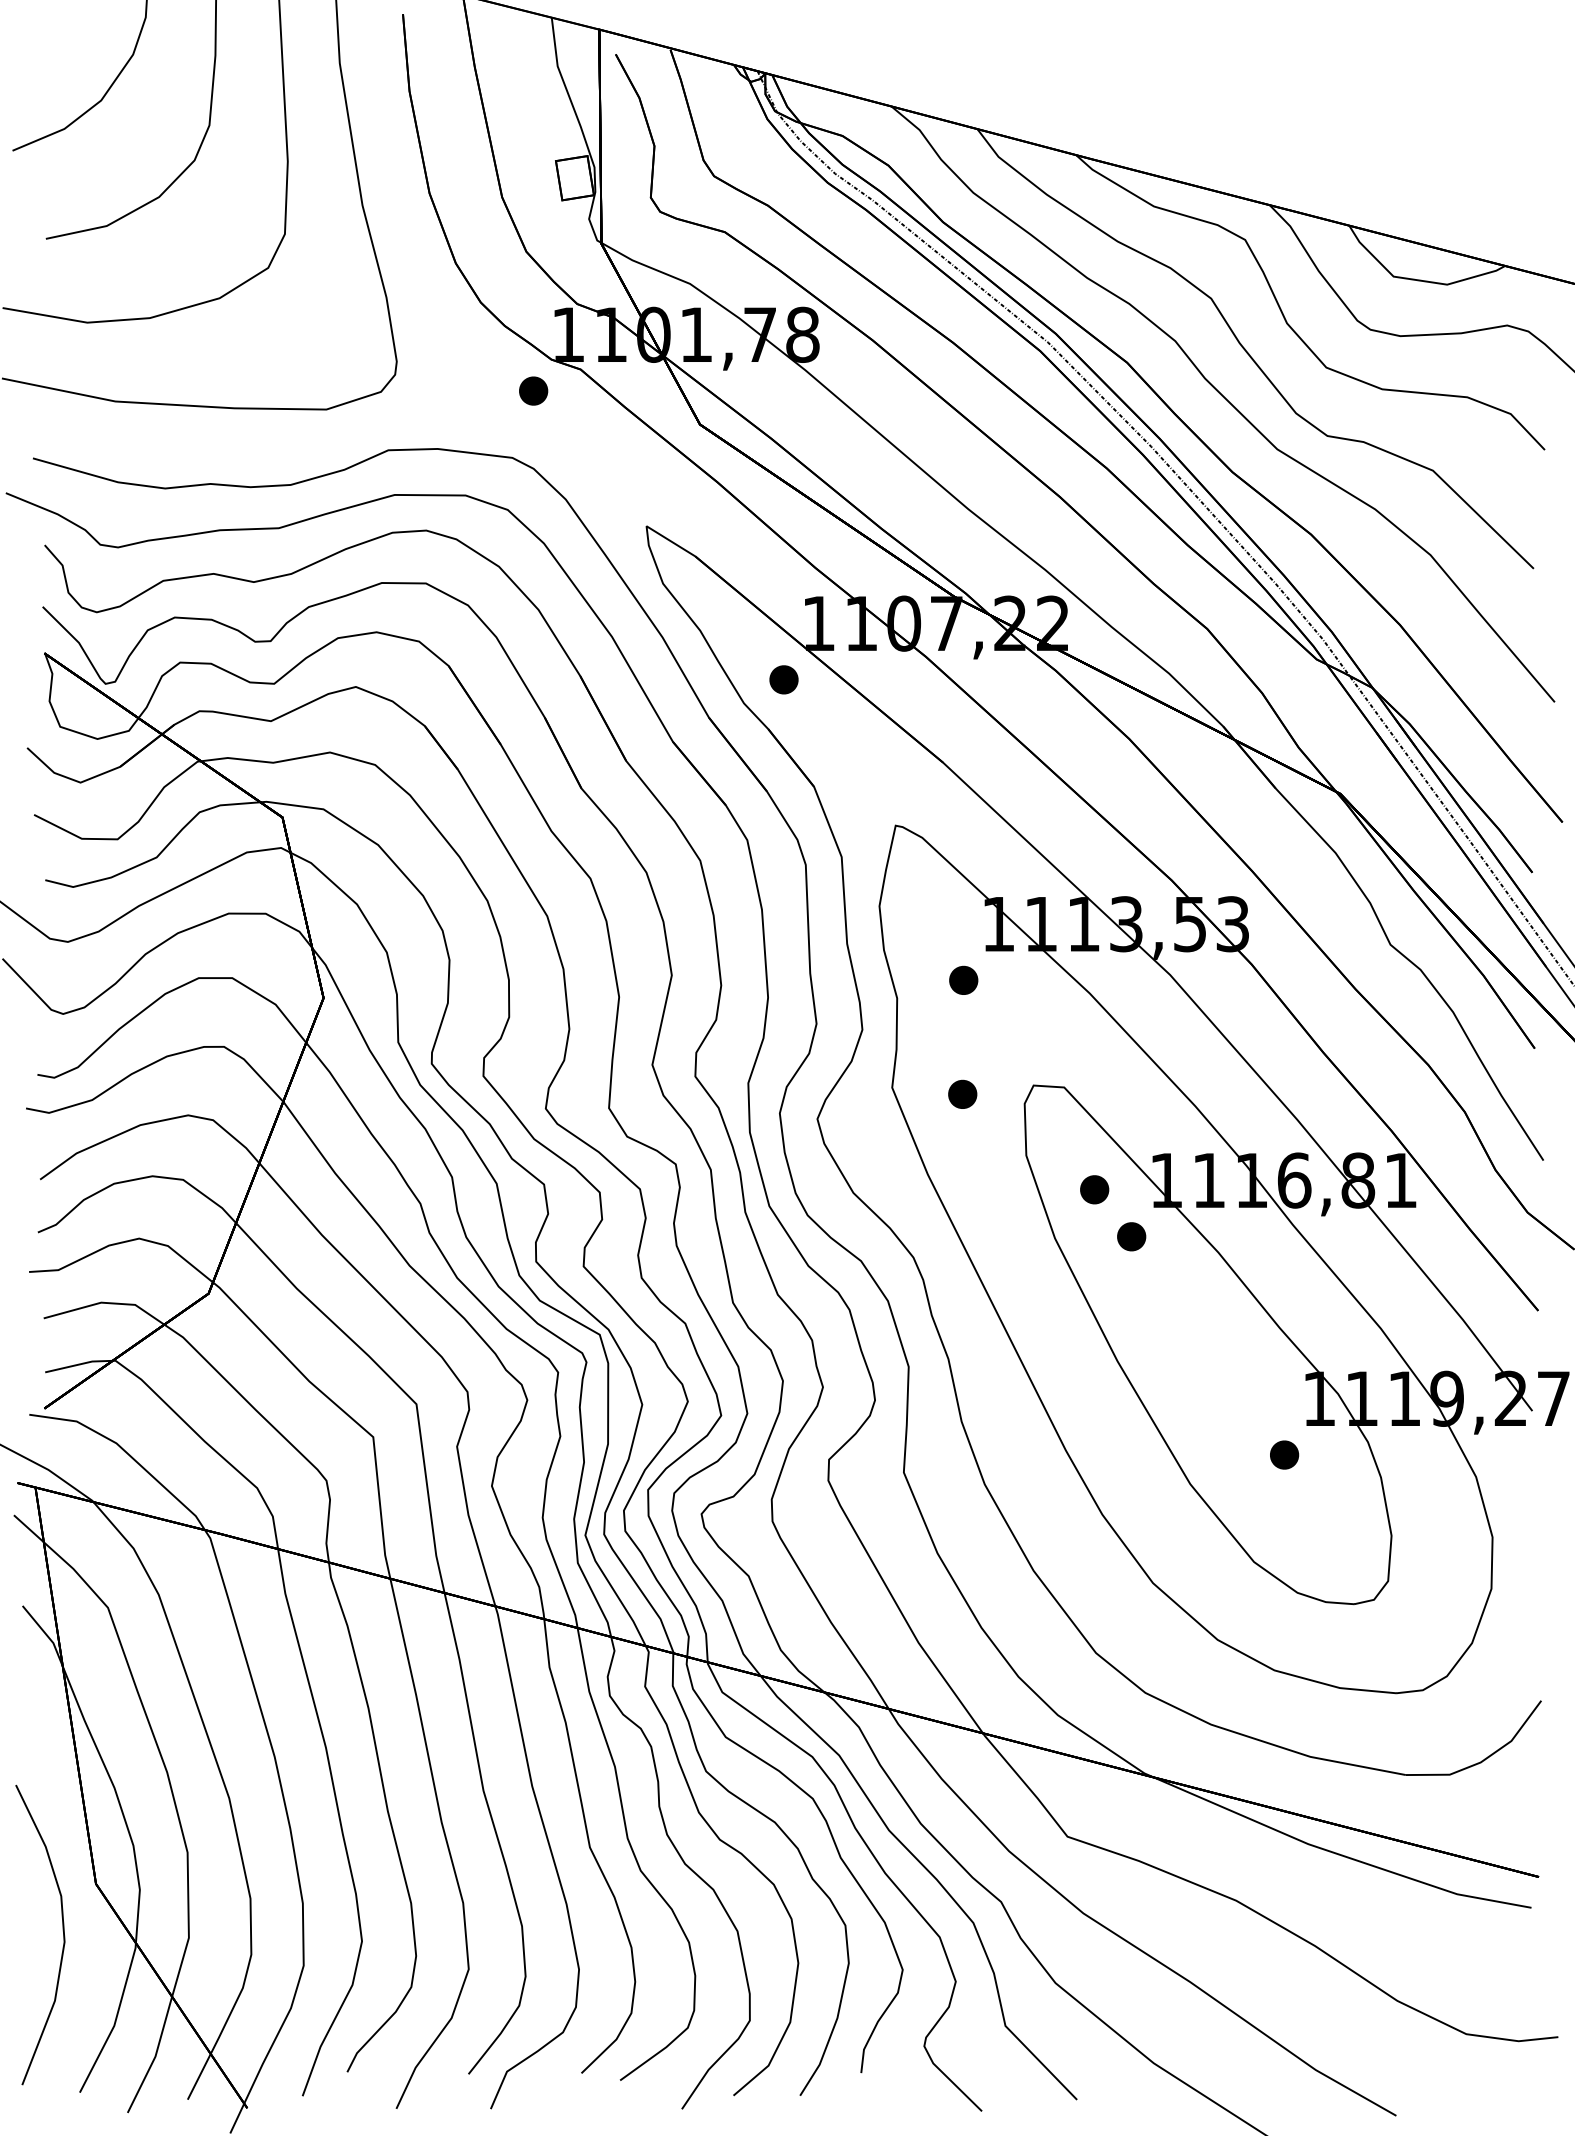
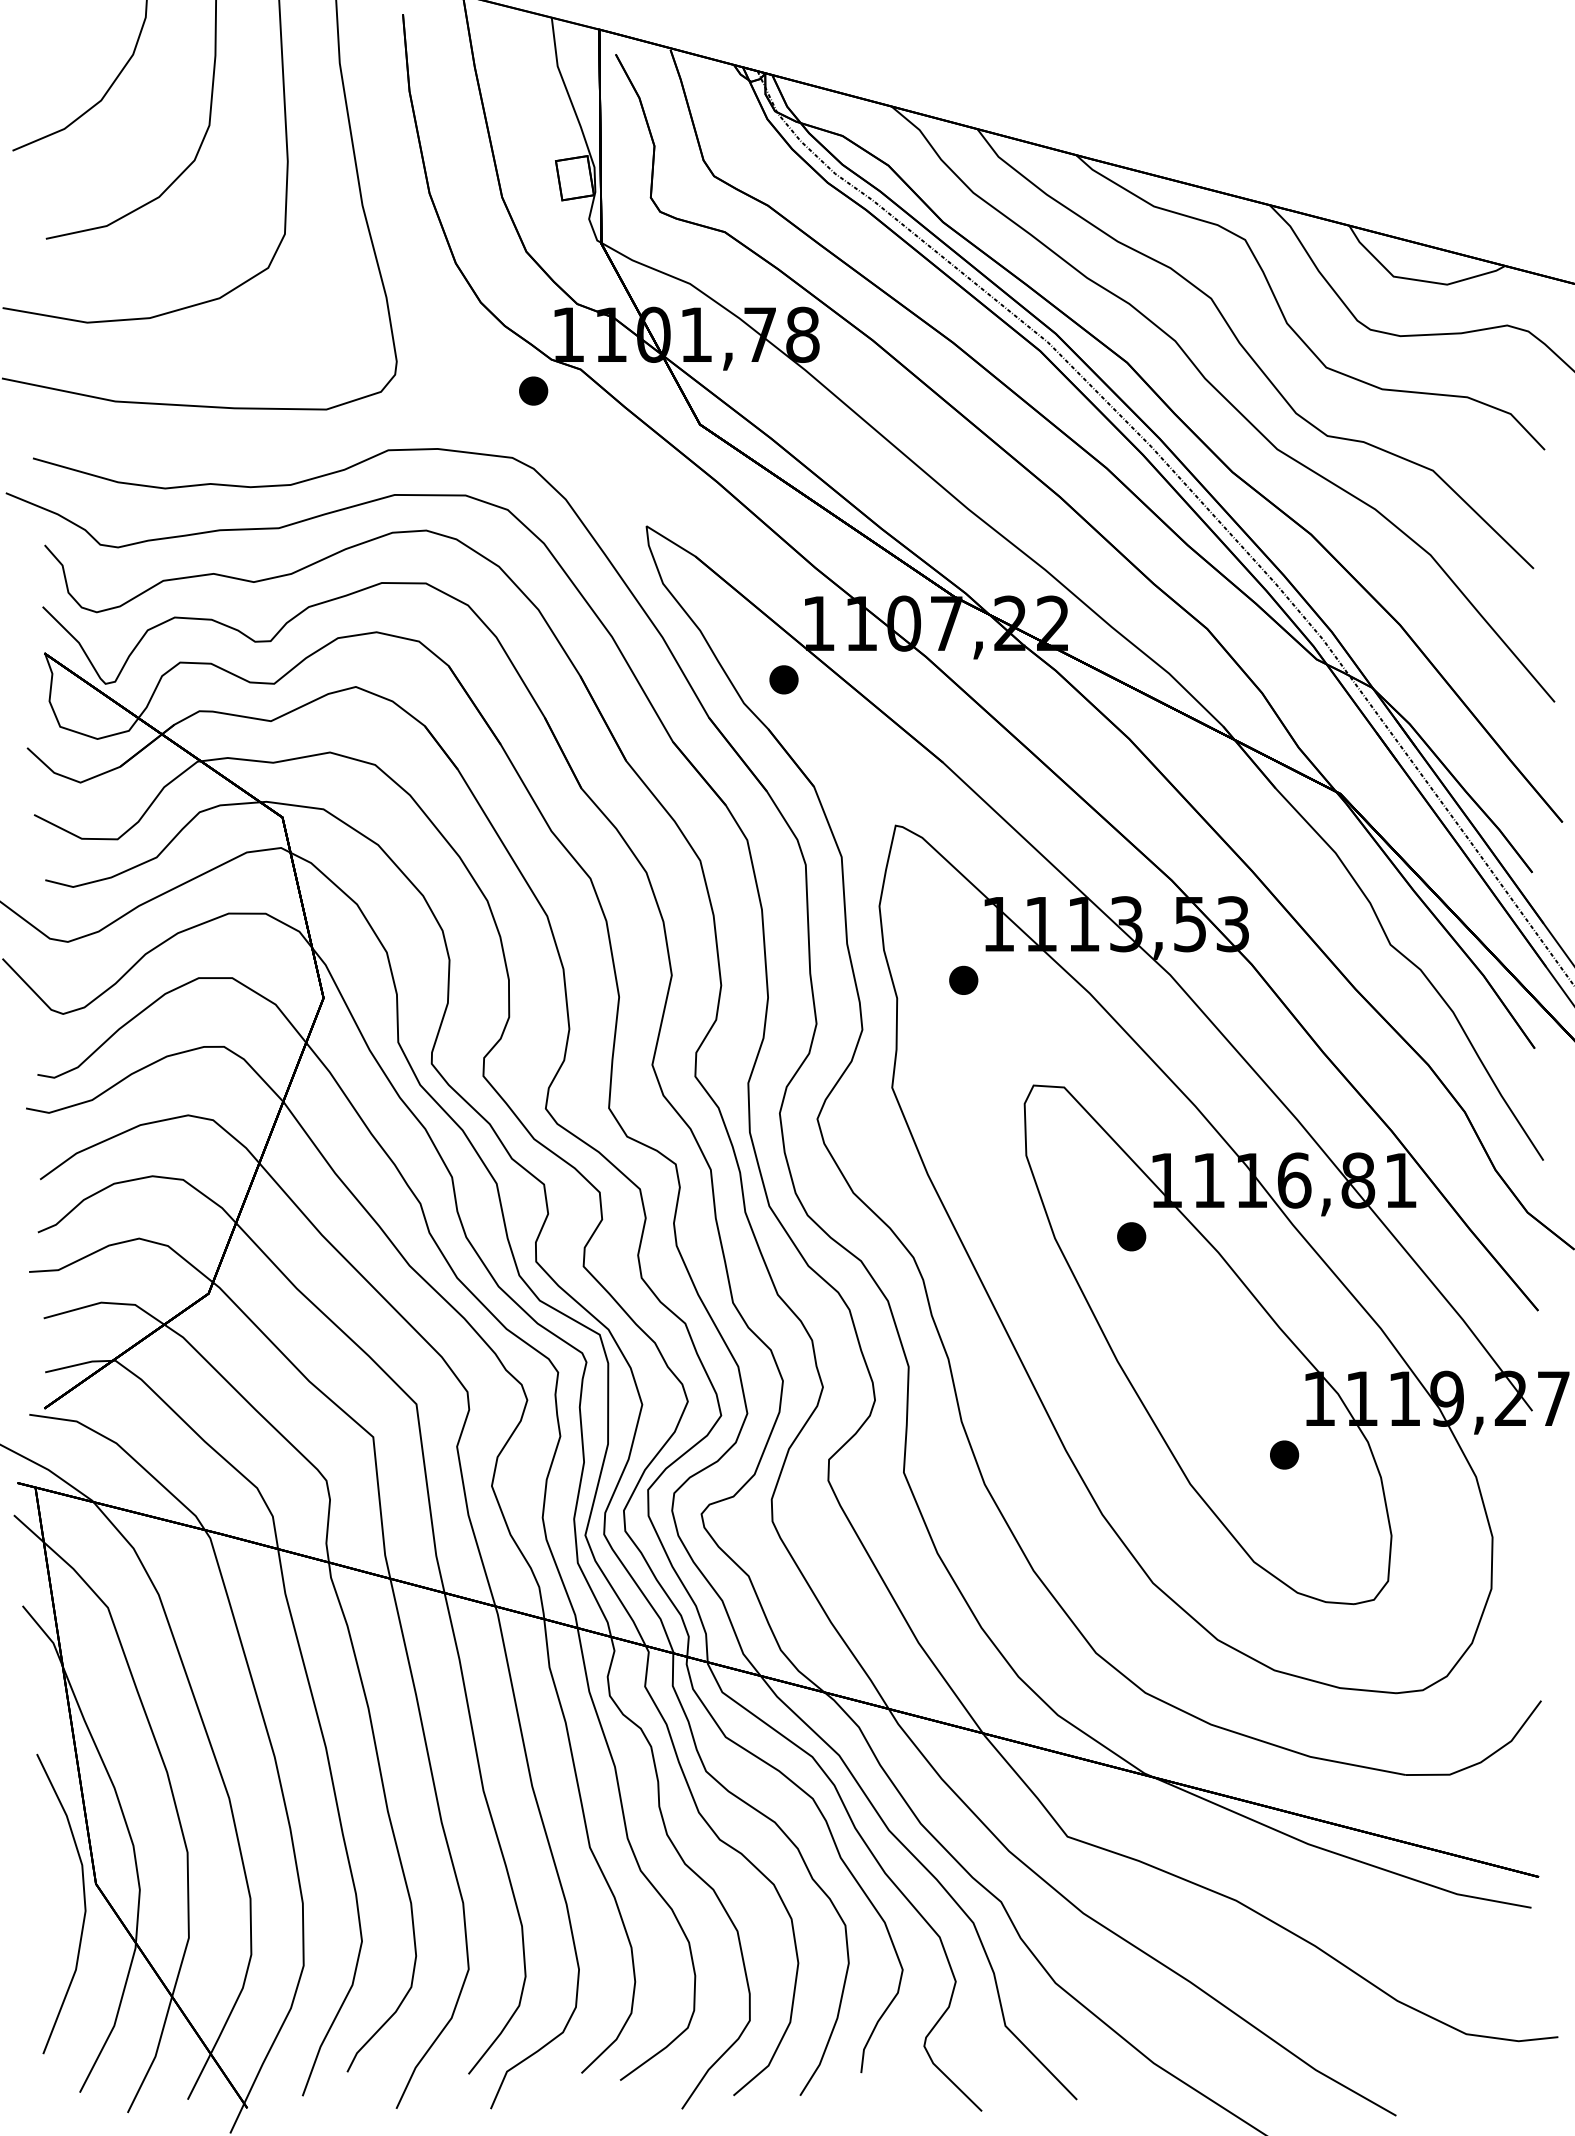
part at (962, 1093): present -> none
part at (1094, 1189): present -> none
part at (62, 1930) position: (62, 1930) -> (83, 1899)
